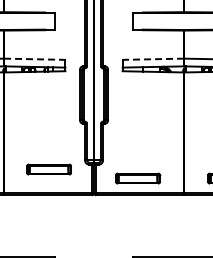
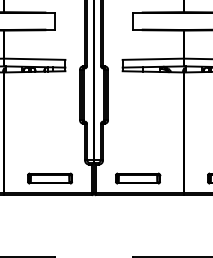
line at (34, 59): dashed -> solid
line at (153, 59): dashed -> solid
part at (48, 169) position: (48, 169) -> (49, 178)
